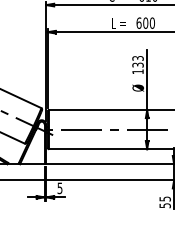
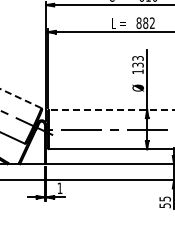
text at (145, 22): 600 -> 882
line at (20, 98): solid -> dashed
line at (111, 110): solid -> dashed
text at (59, 188): 5 -> 1
